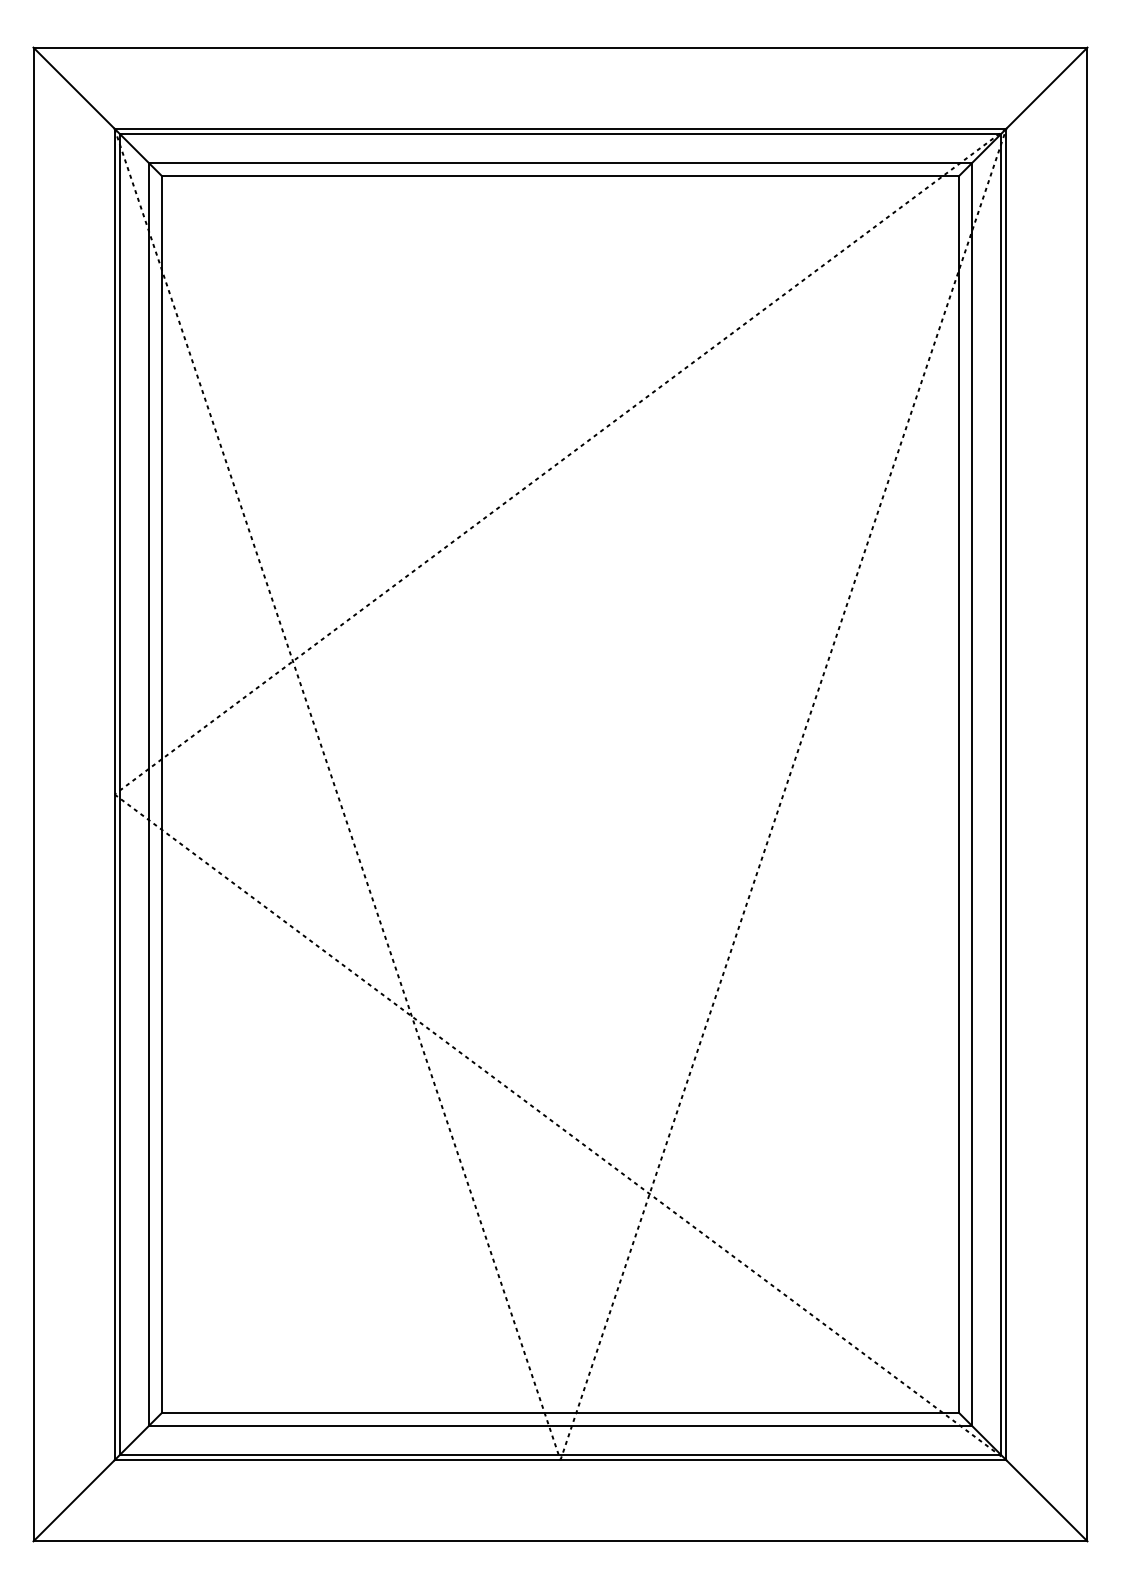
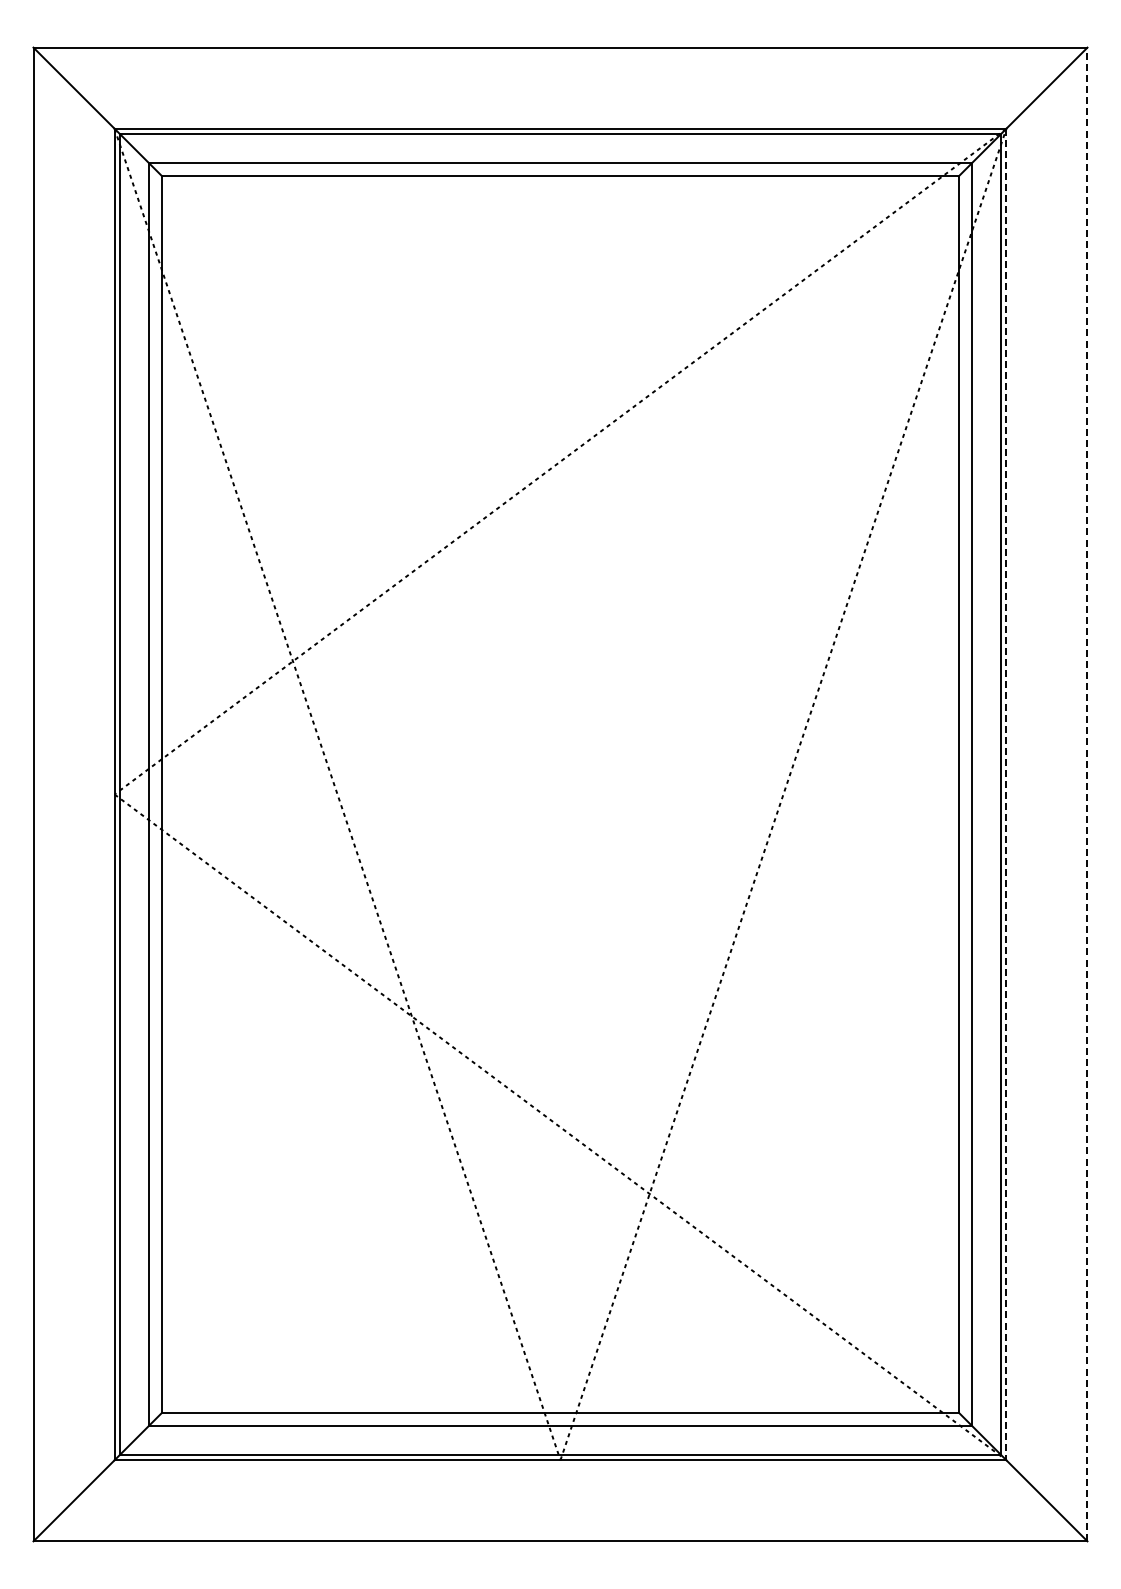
line at (1006, 794): solid -> dashed
line at (1087, 794): solid -> dashed
